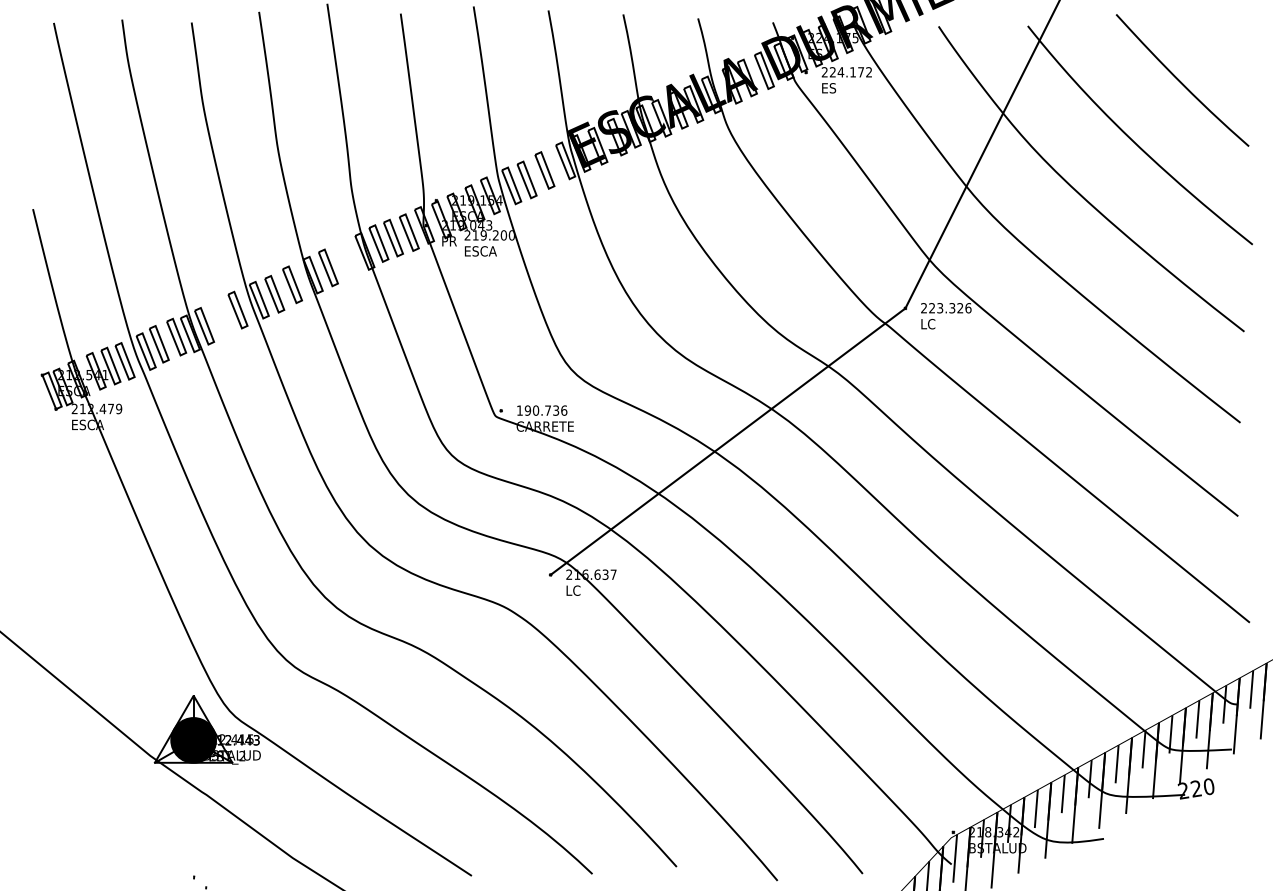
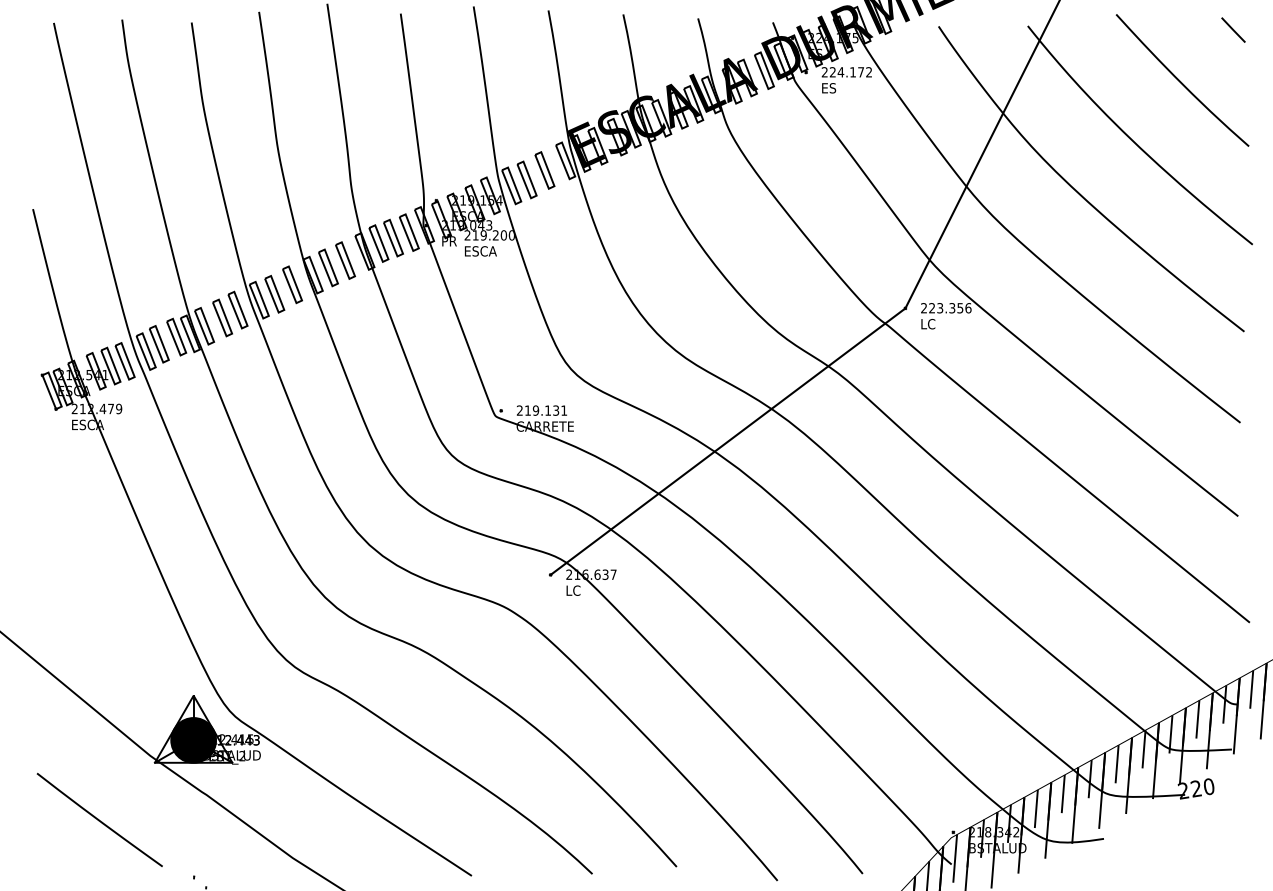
line at (1233, 29): none -> present
part at (345, 260): none -> present
text at (960, 308): 223.326 -> 223.356
part at (222, 317): none -> present
text at (541, 410): 190.736 -> 219.131
line at (99, 819): none -> present
